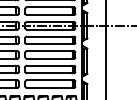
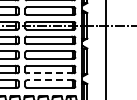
line at (50, 73): solid -> dashed
line at (50, 80): solid -> dashed
